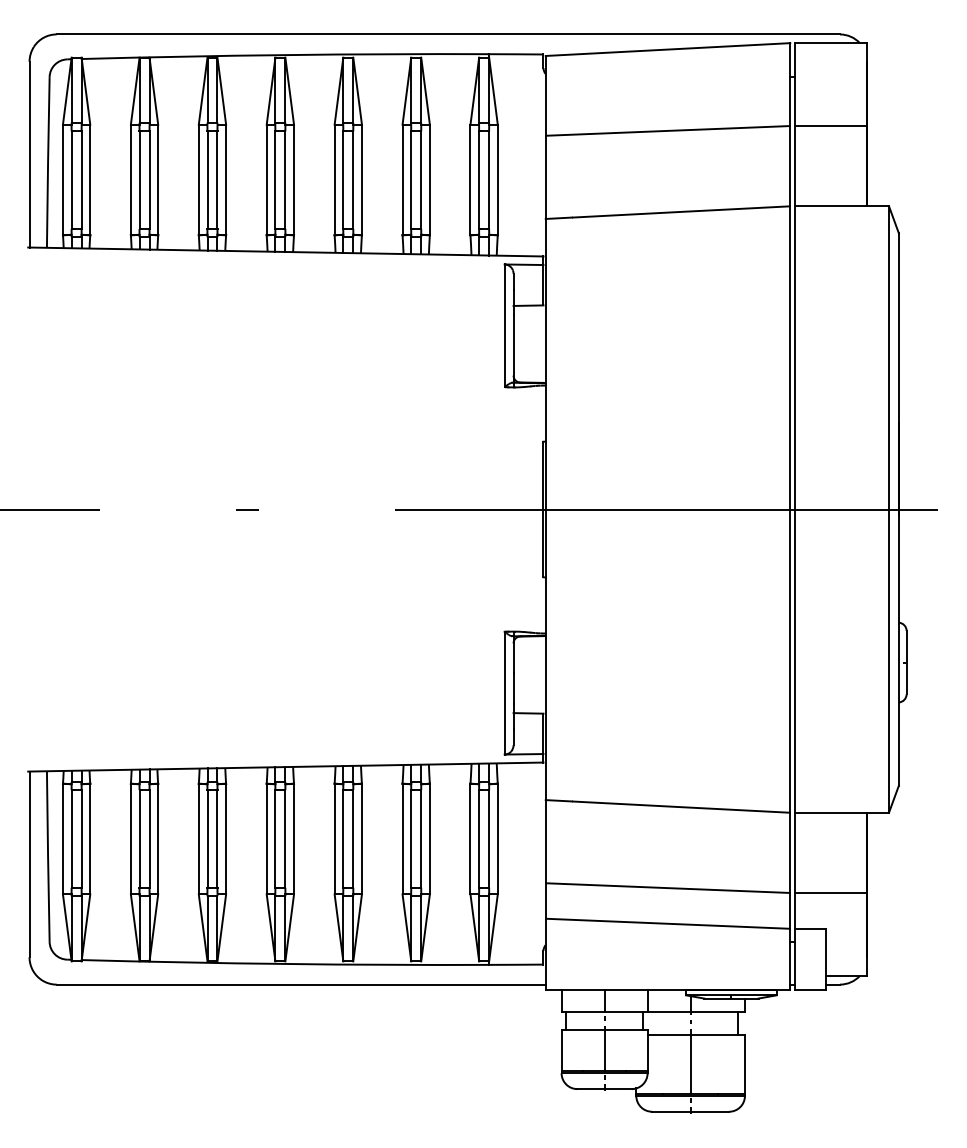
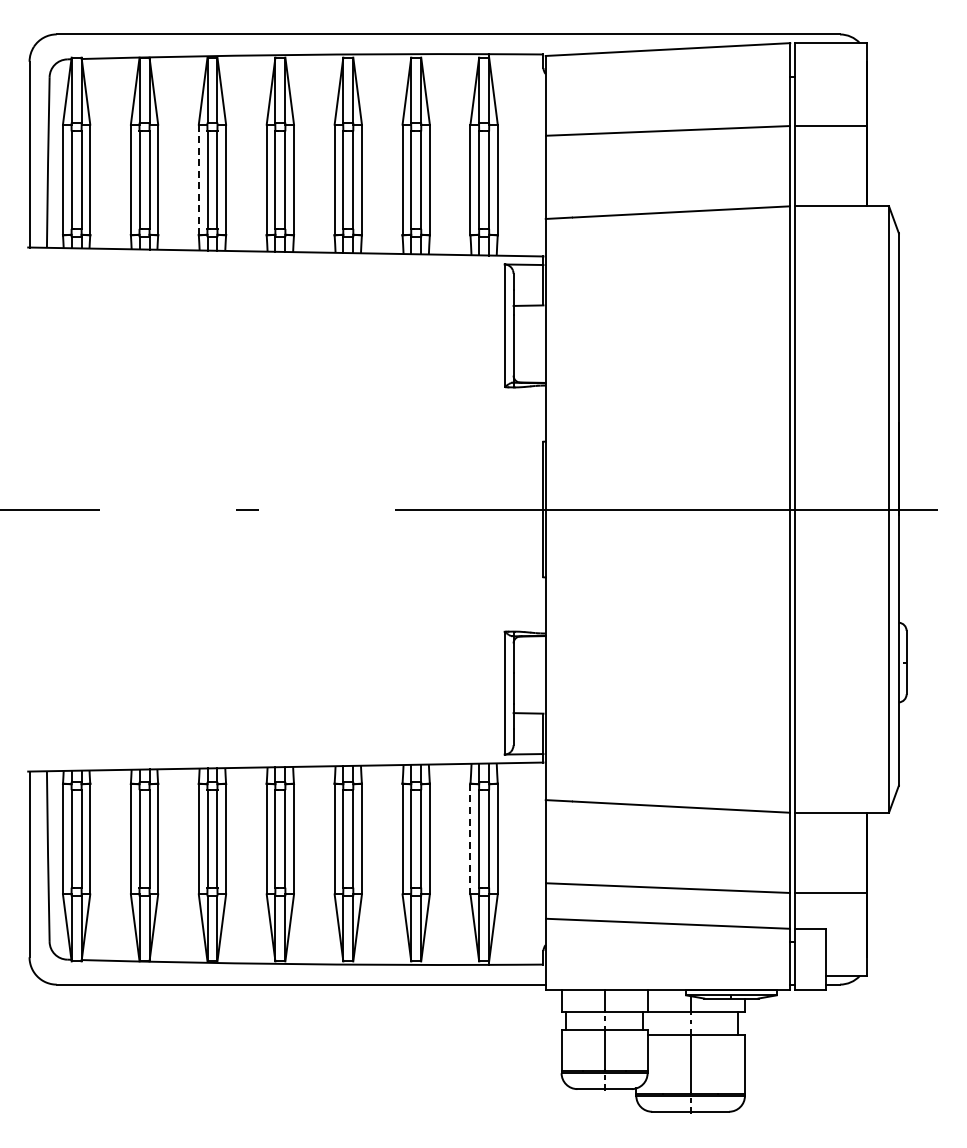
line at (198, 180): solid -> dashed
line at (470, 839): solid -> dashed
